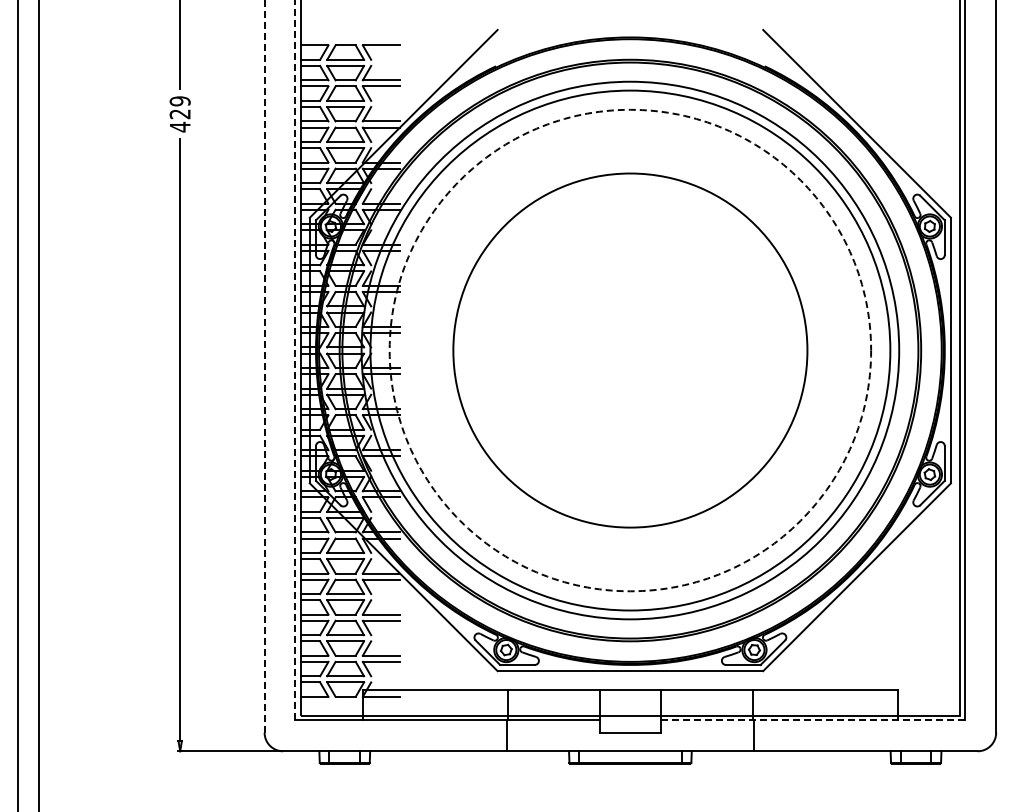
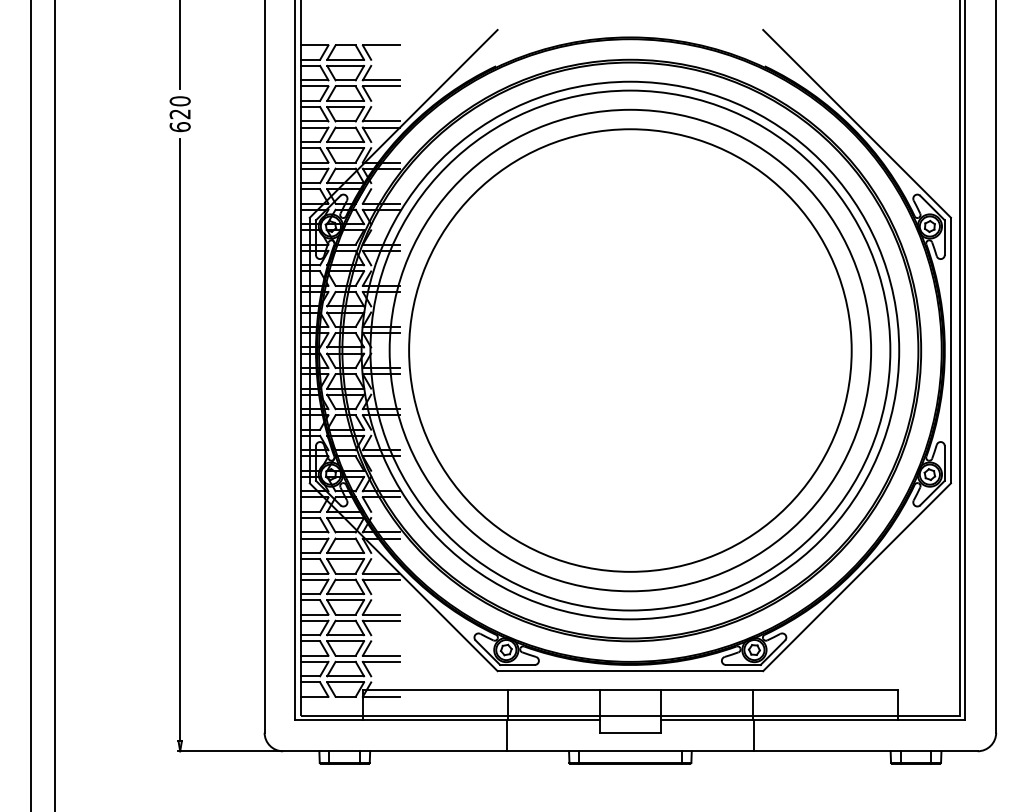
text at (179, 114): 429 -> 620
circle at (630, 350) diameter: 354 px -> 443 px
circle at (630, 350): dashed -> solid
line at (295, 360): dashed -> solid
line at (264, 366): dashed -> solid
line at (17, 405) position: (17, 405) -> (30, 405)
line at (39, 405) position: (39, 405) -> (55, 405)
line at (812, 720): dashed -> solid
